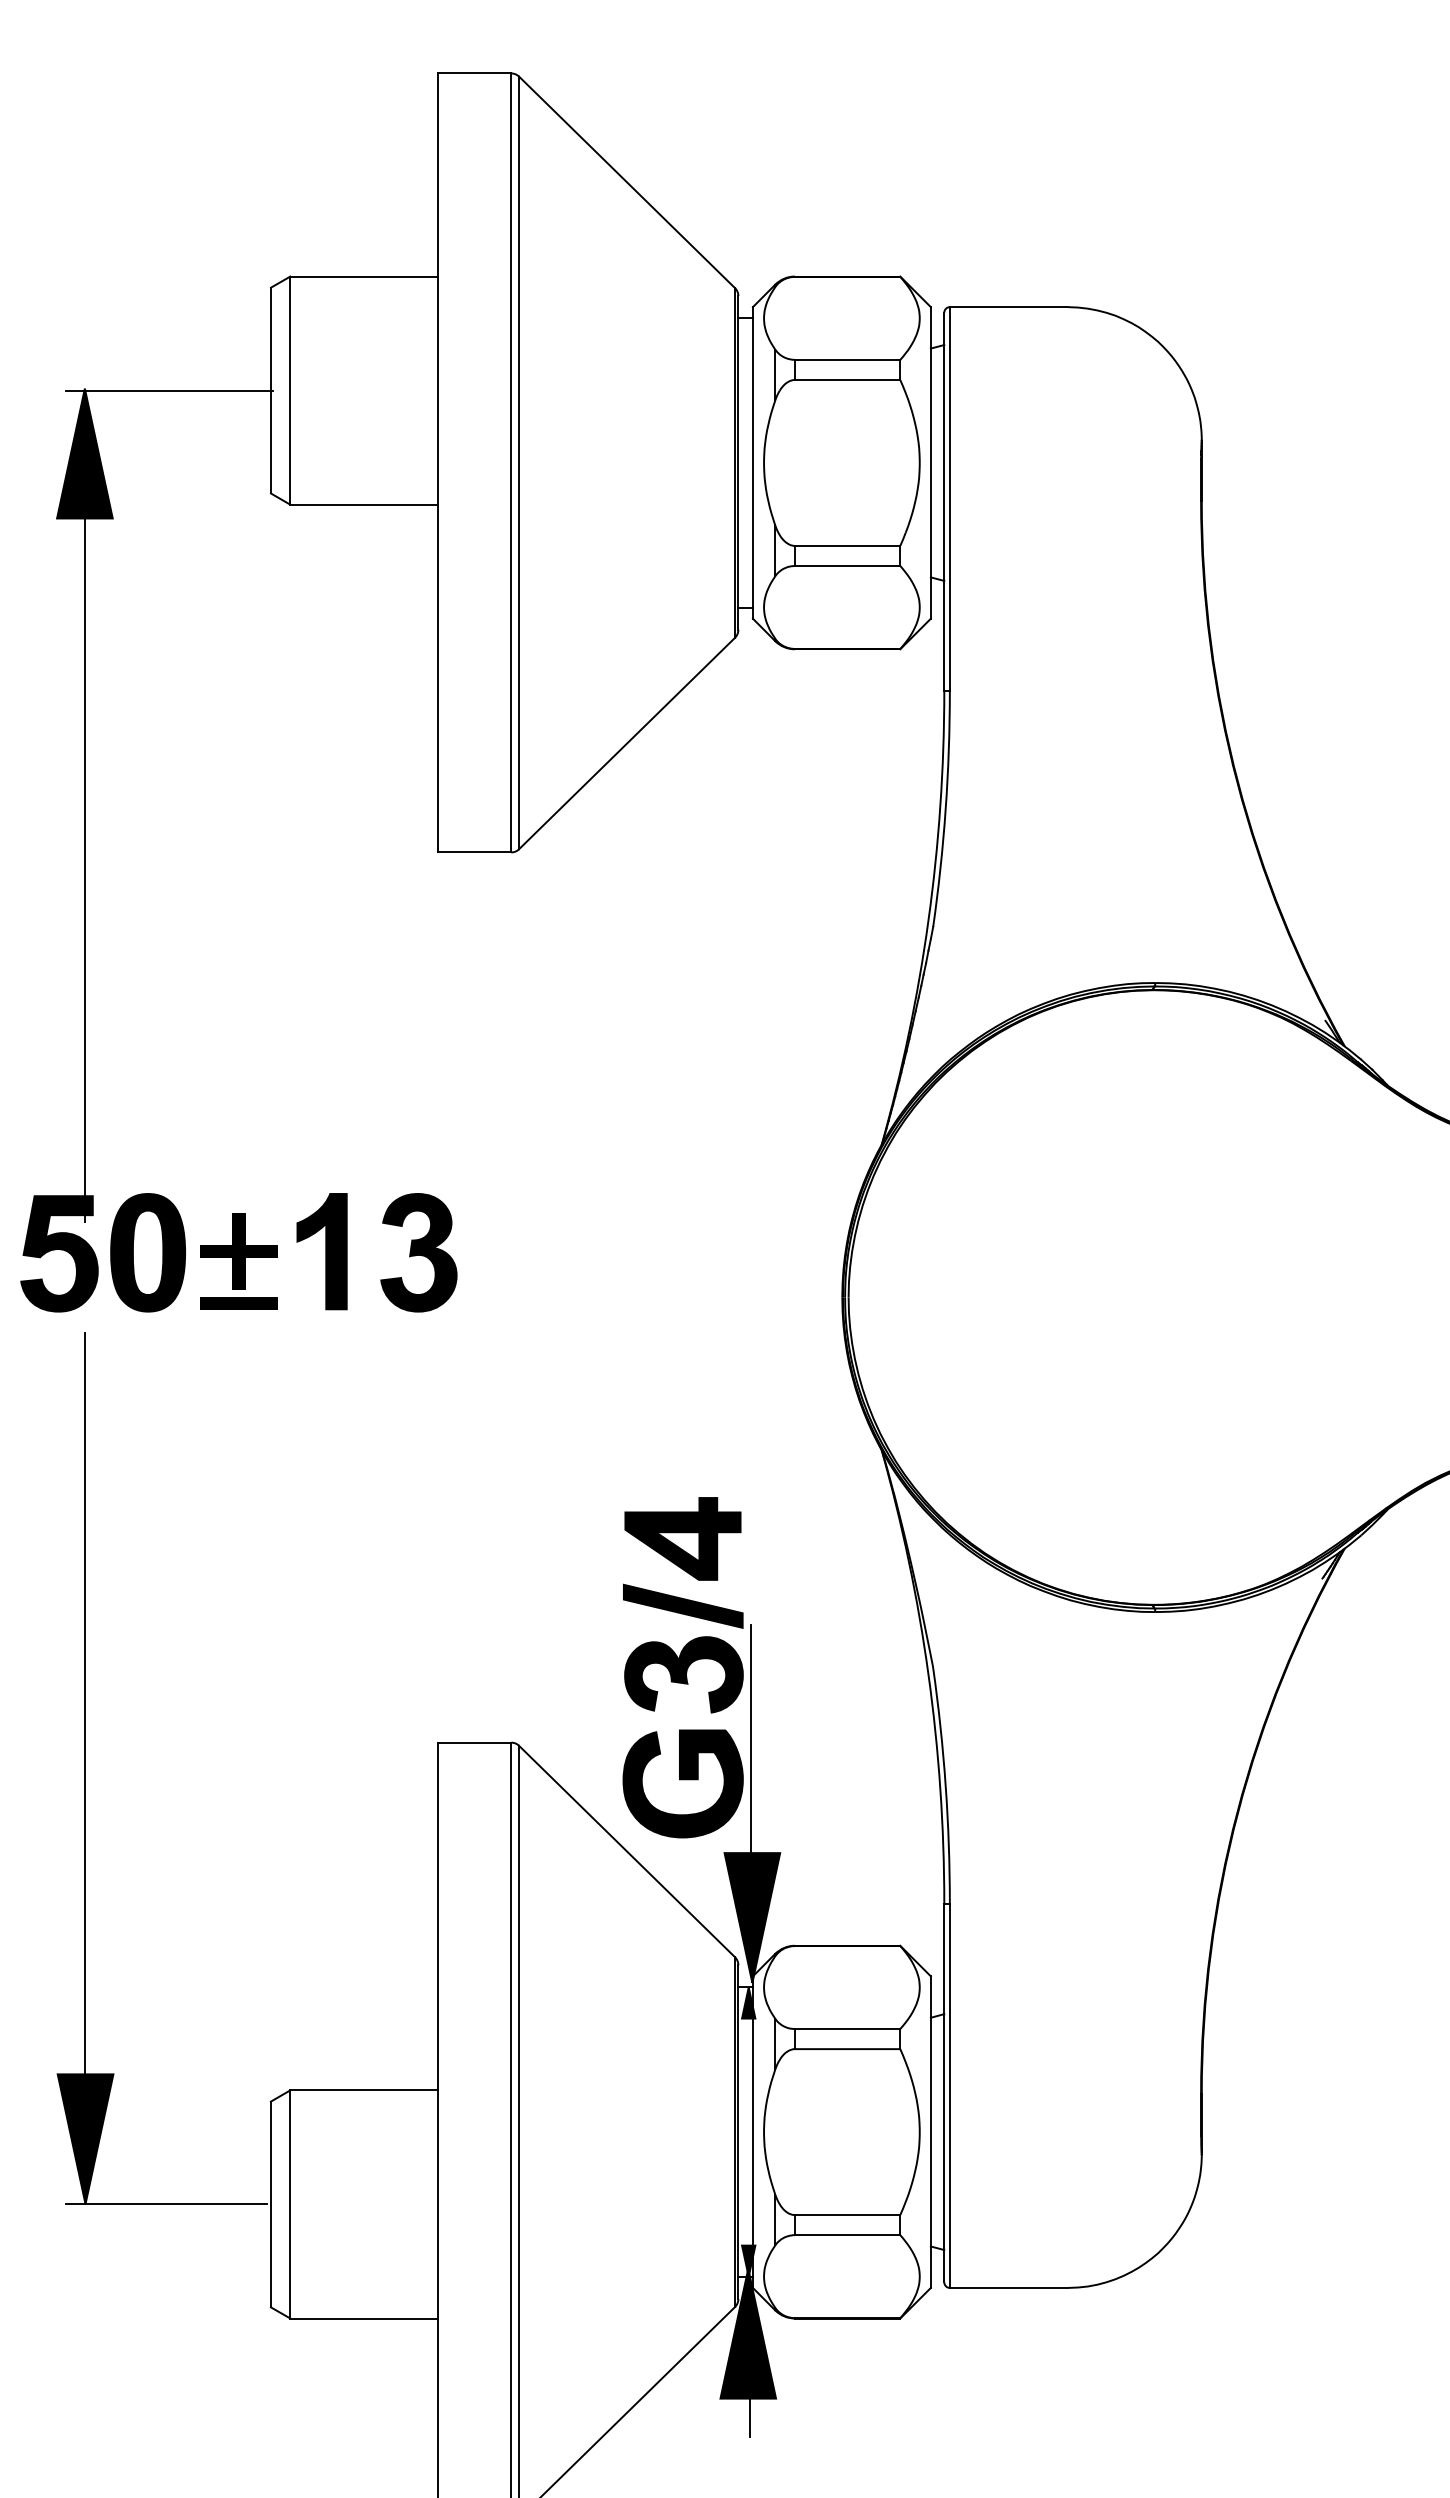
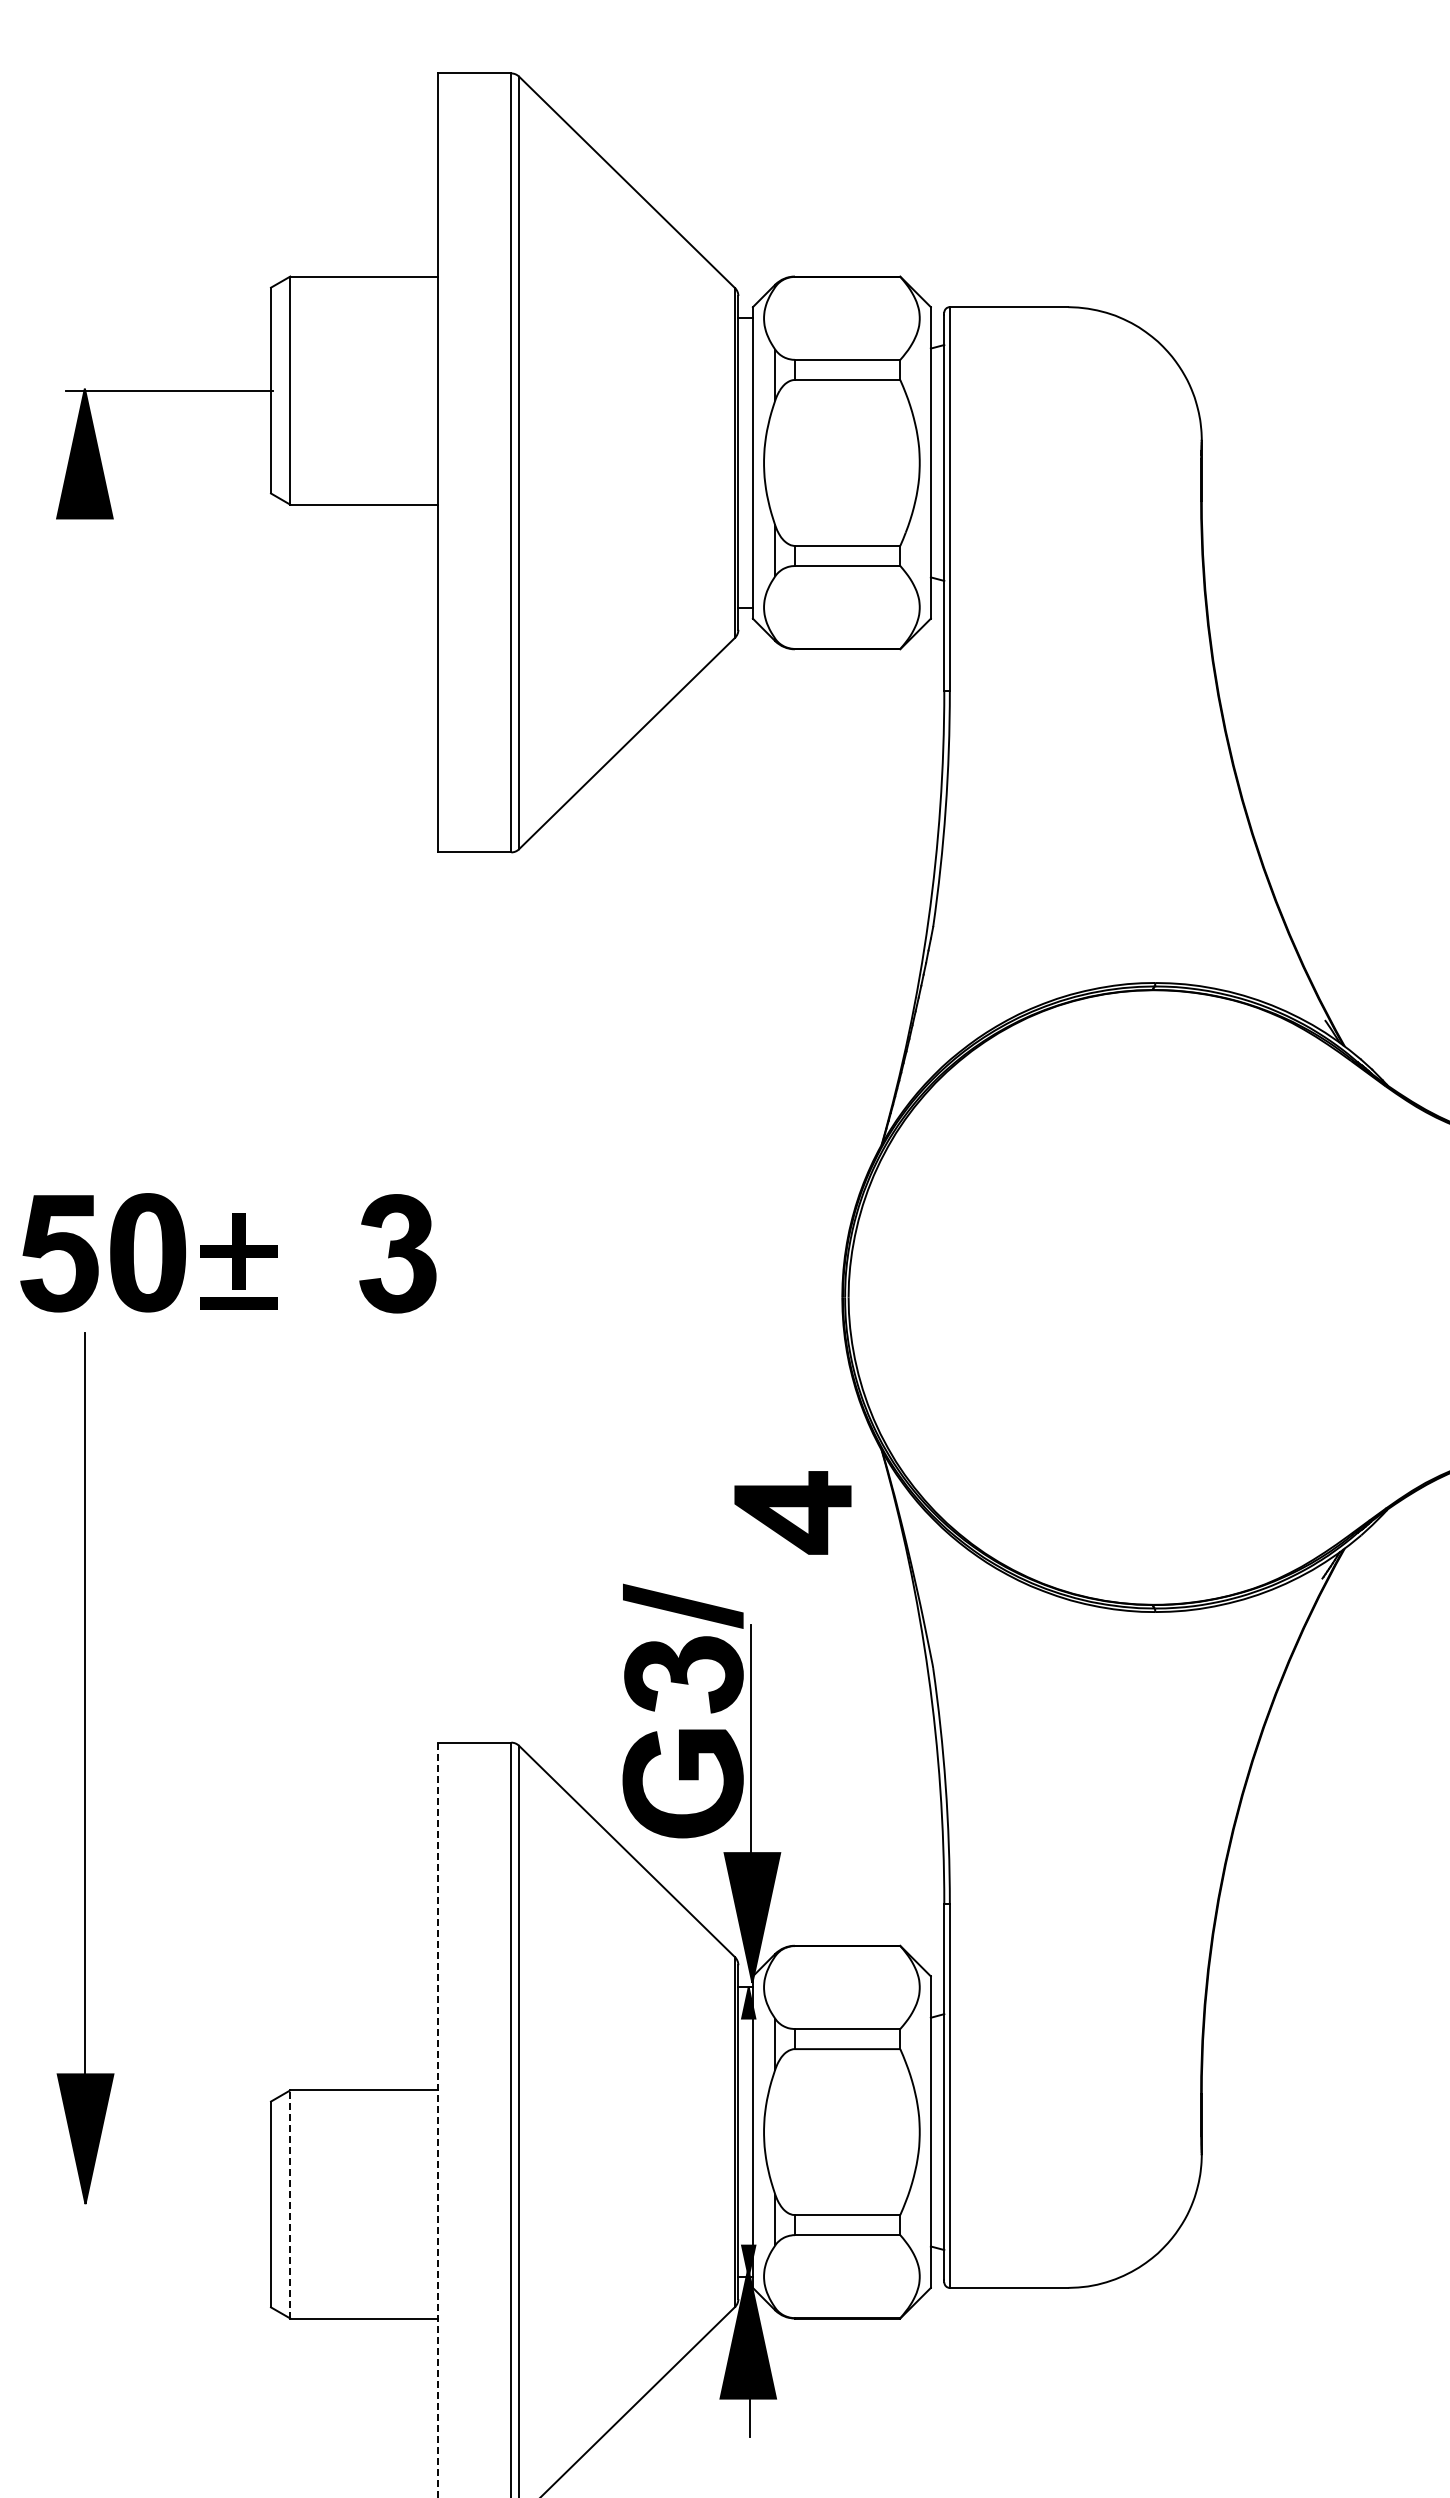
line at (84, 808): present -> none
part at (321, 1251): present -> none
part at (418, 1252) position: (418, 1252) -> (397, 1253)
part at (682, 1538) position: (682, 1538) -> (792, 1512)
line at (437, 2120): solid -> dashed
line at (290, 2203): solid -> dashed
line at (166, 2204): present -> none
